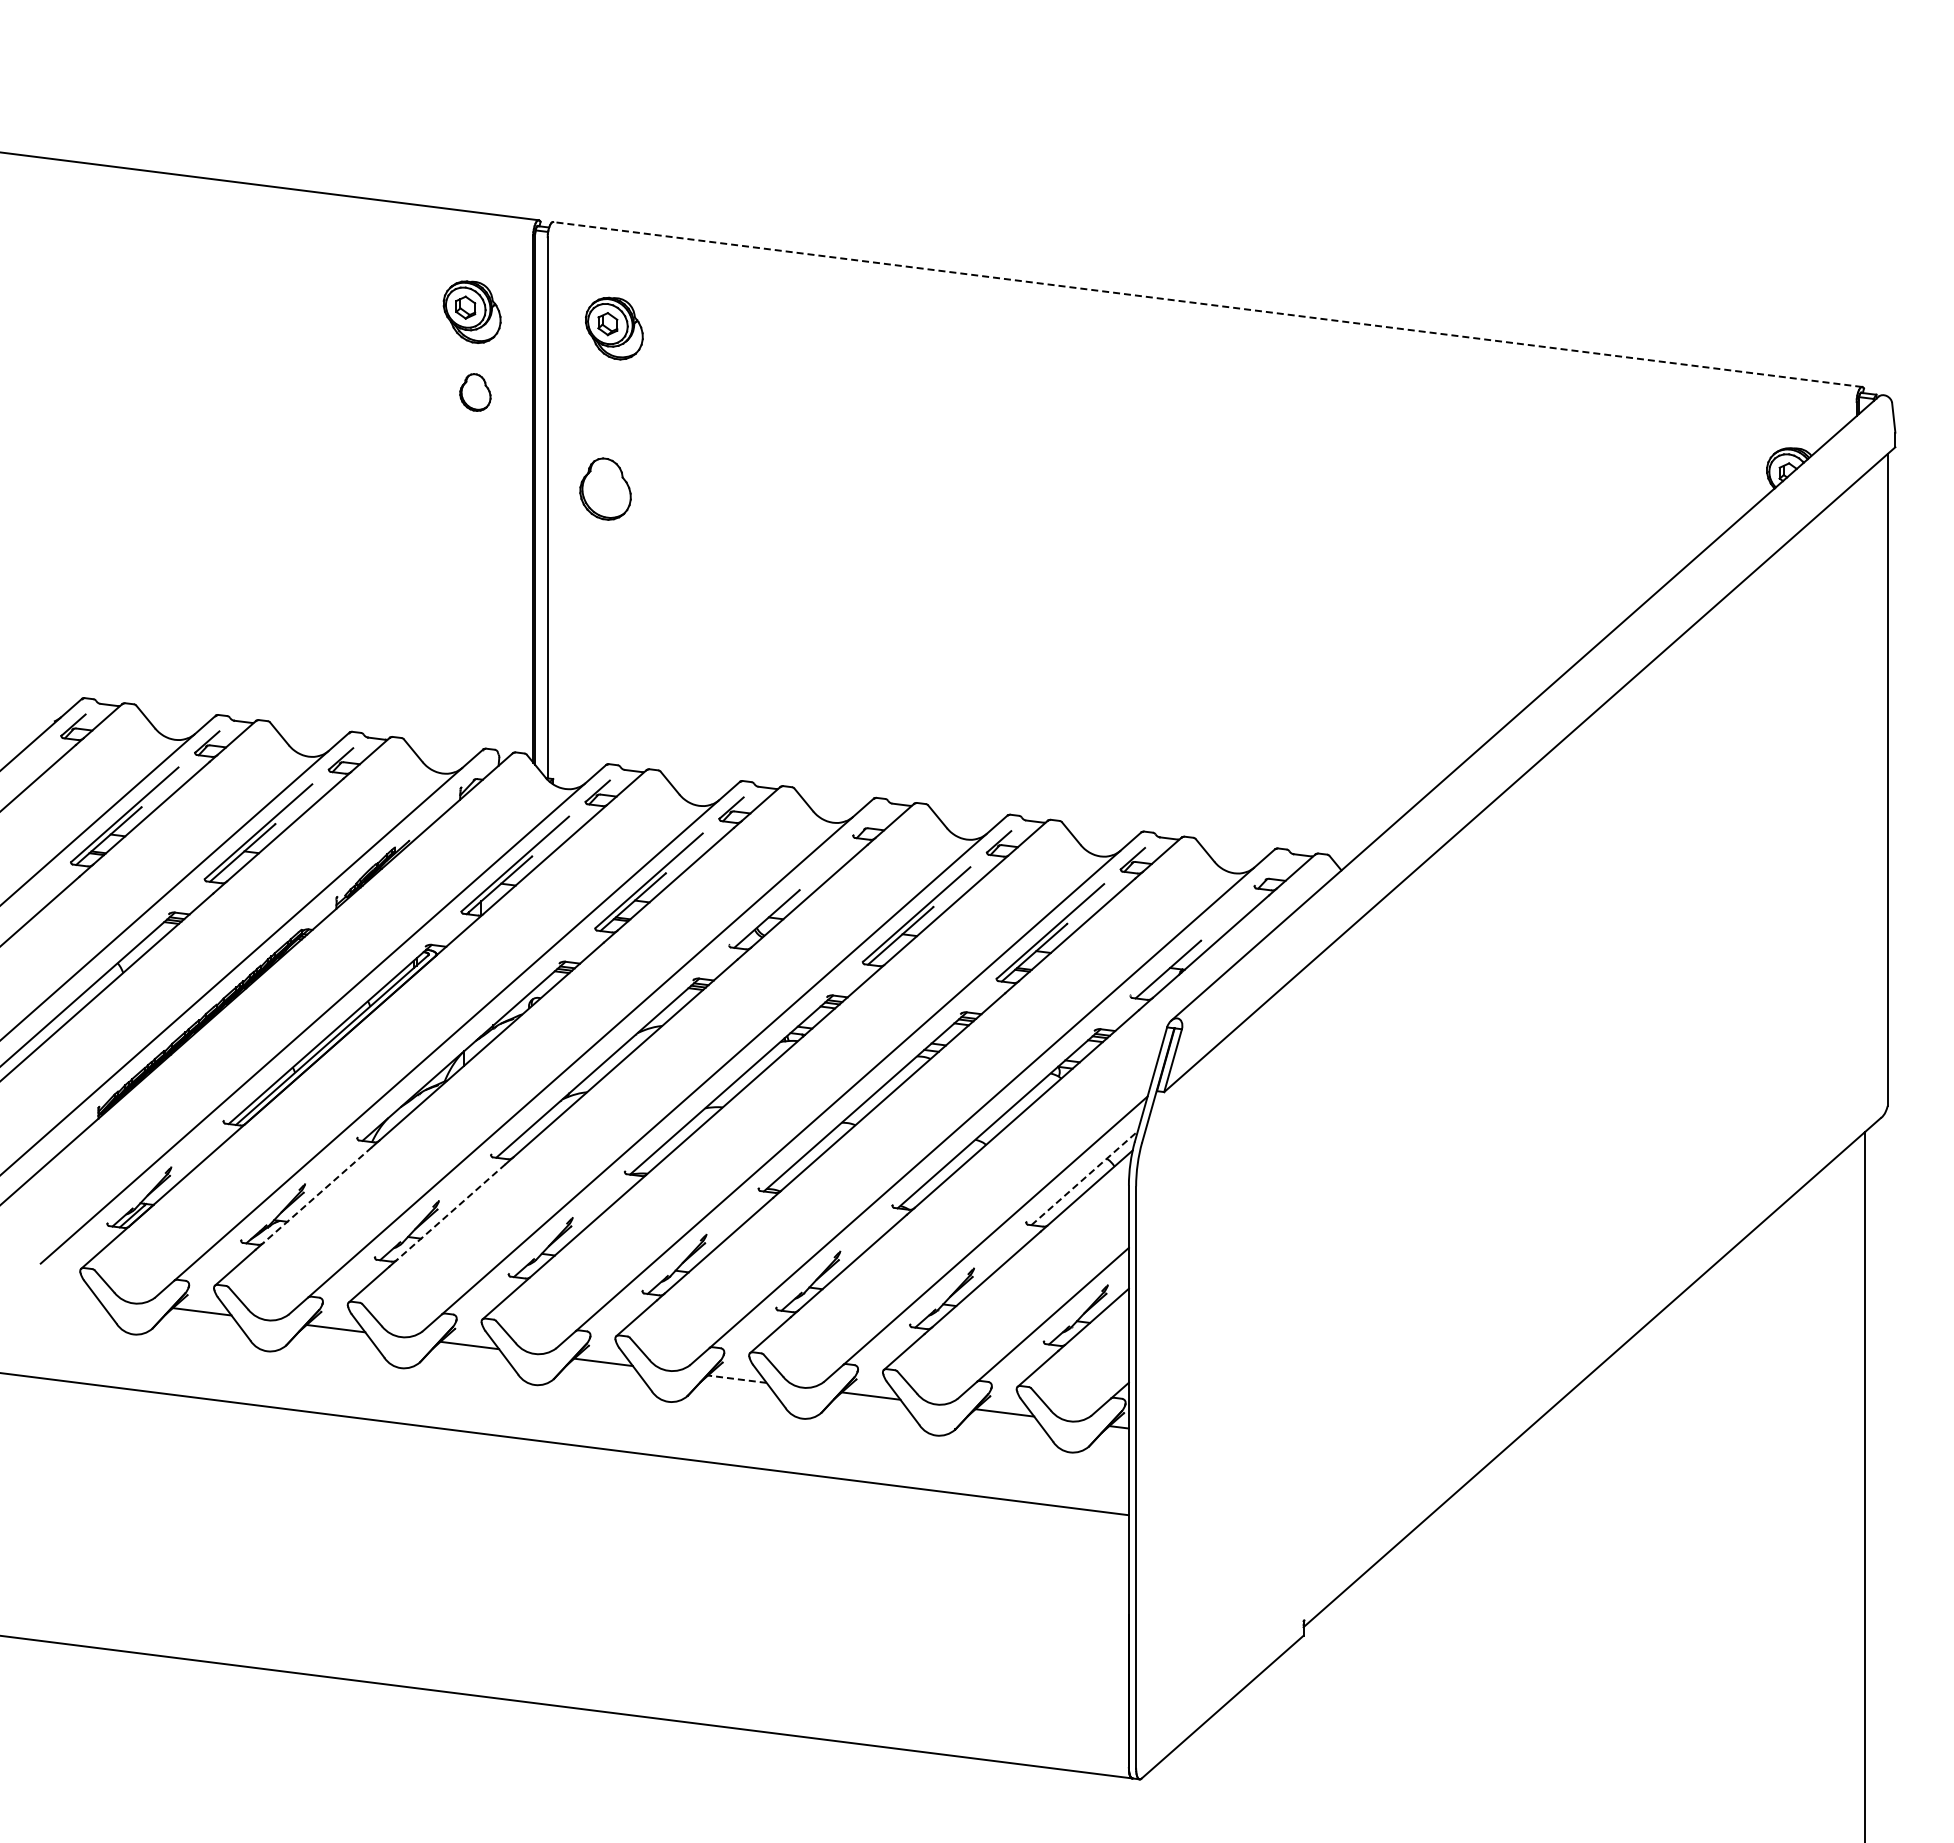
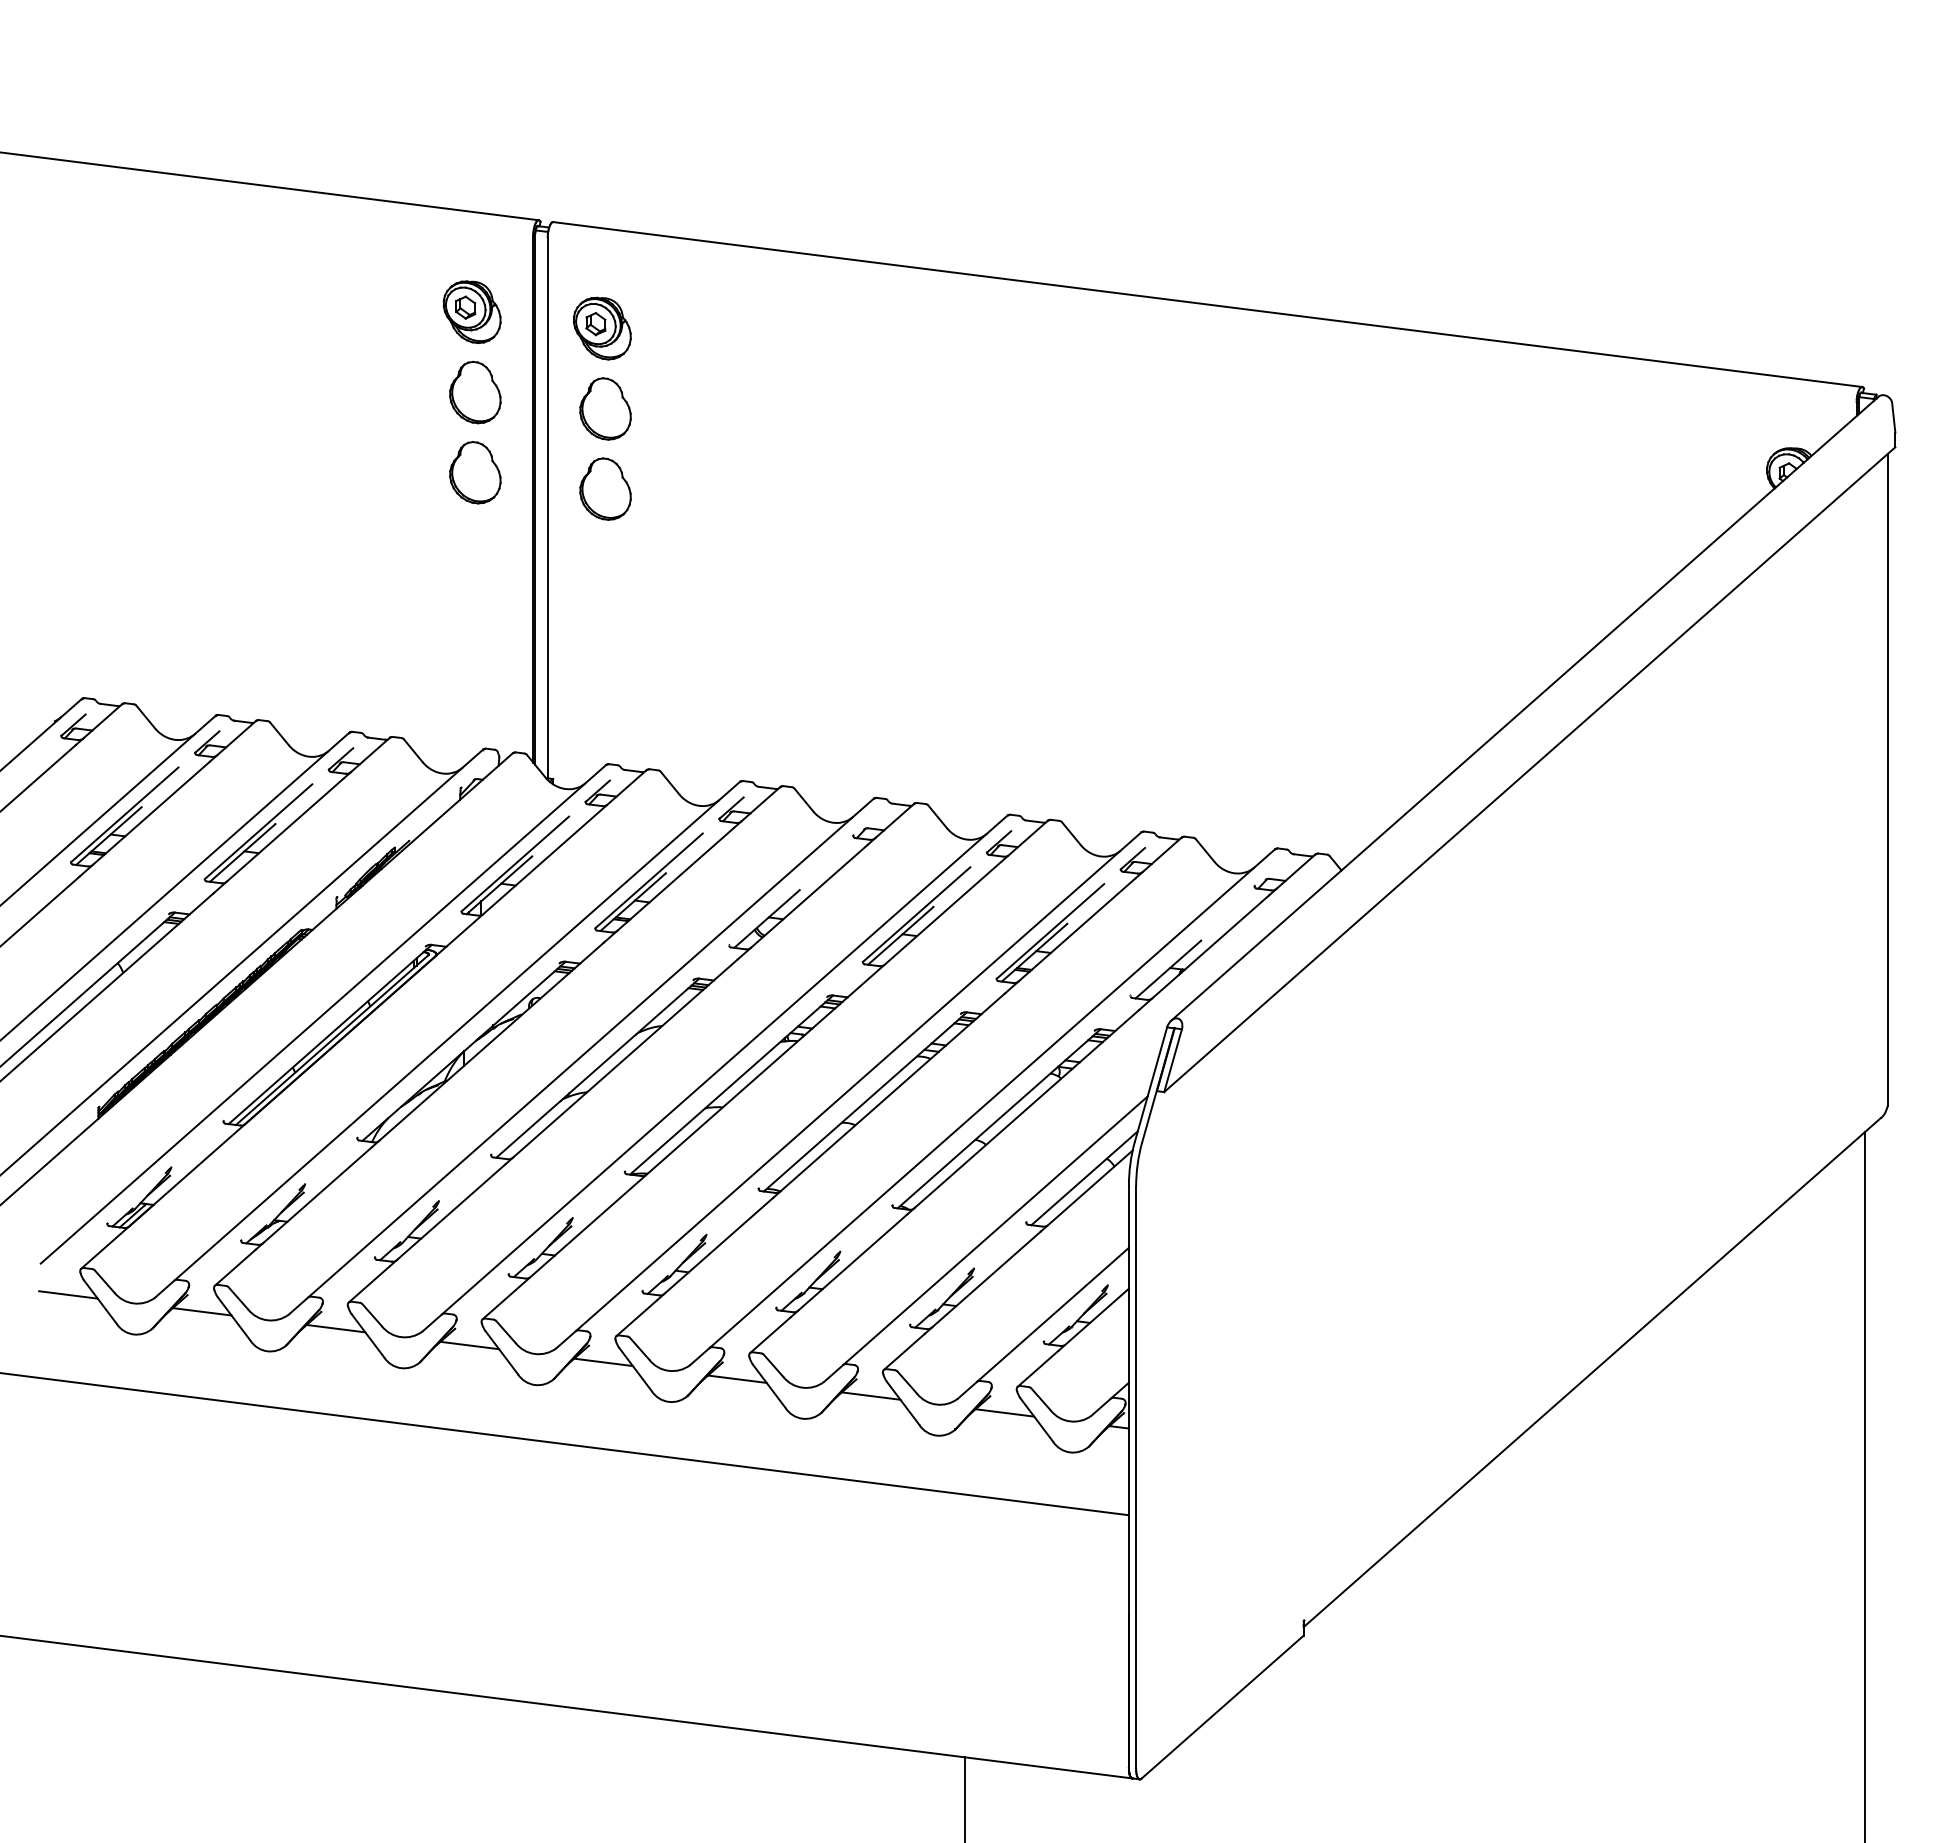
line at (1207, 304): dashed -> solid
part at (614, 328) position: (614, 328) -> (602, 328)
part at (475, 392) size: 33x39 px -> 53x65 px
part at (605, 408): none -> present
part at (475, 472): none -> present
line at (1084, 1178): dashed -> solid
line at (317, 1195): dashed -> solid
line at (451, 1212): dashed -> solid
line at (68, 1294): none -> present
line at (737, 1379): dashed -> solid
line at (964, 1798): none -> present
